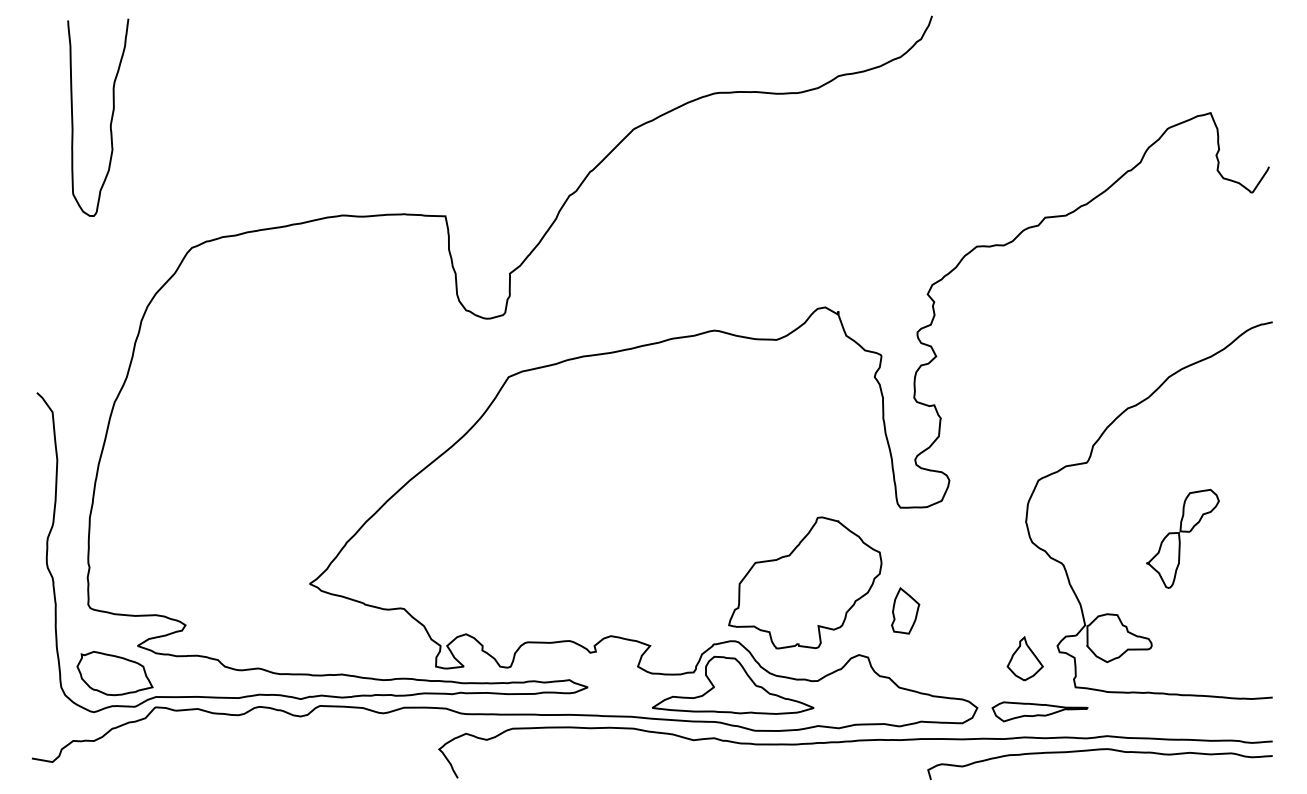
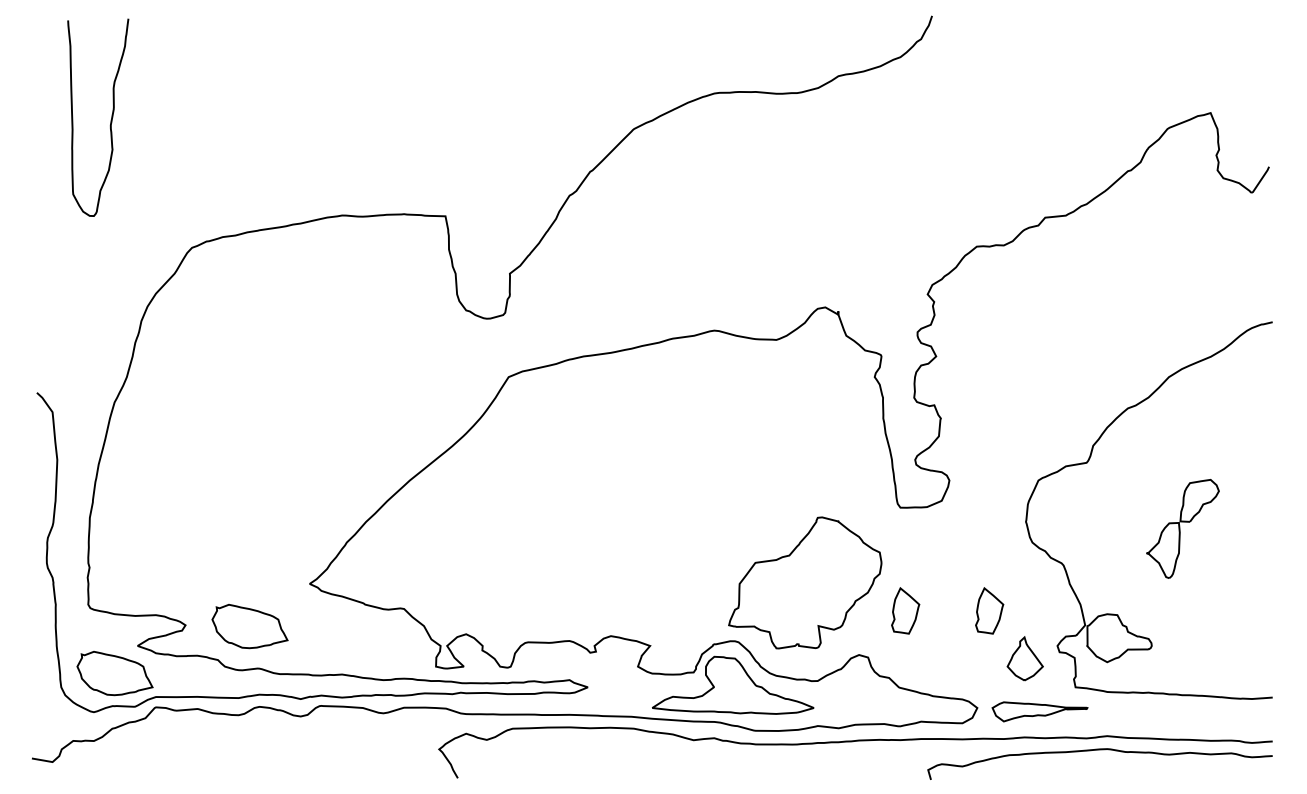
part at (1182, 538) position: (1182, 538) -> (1182, 528)
part at (989, 610): none -> present
part at (249, 626): none -> present
